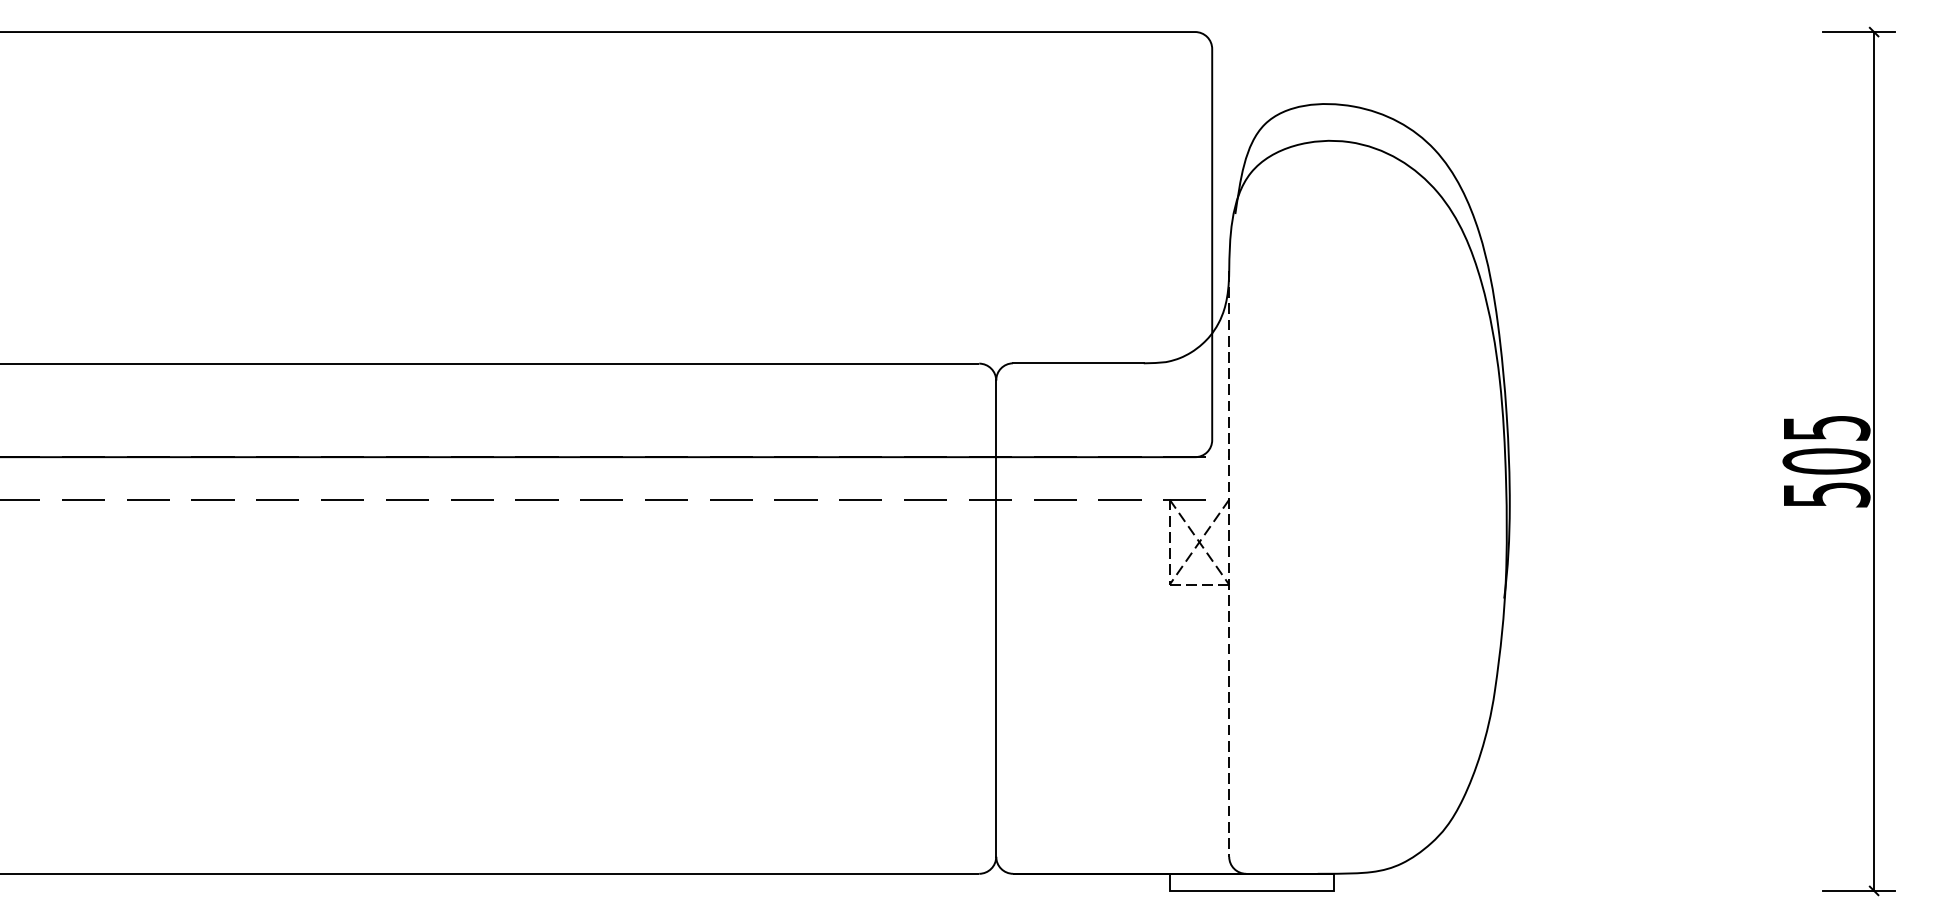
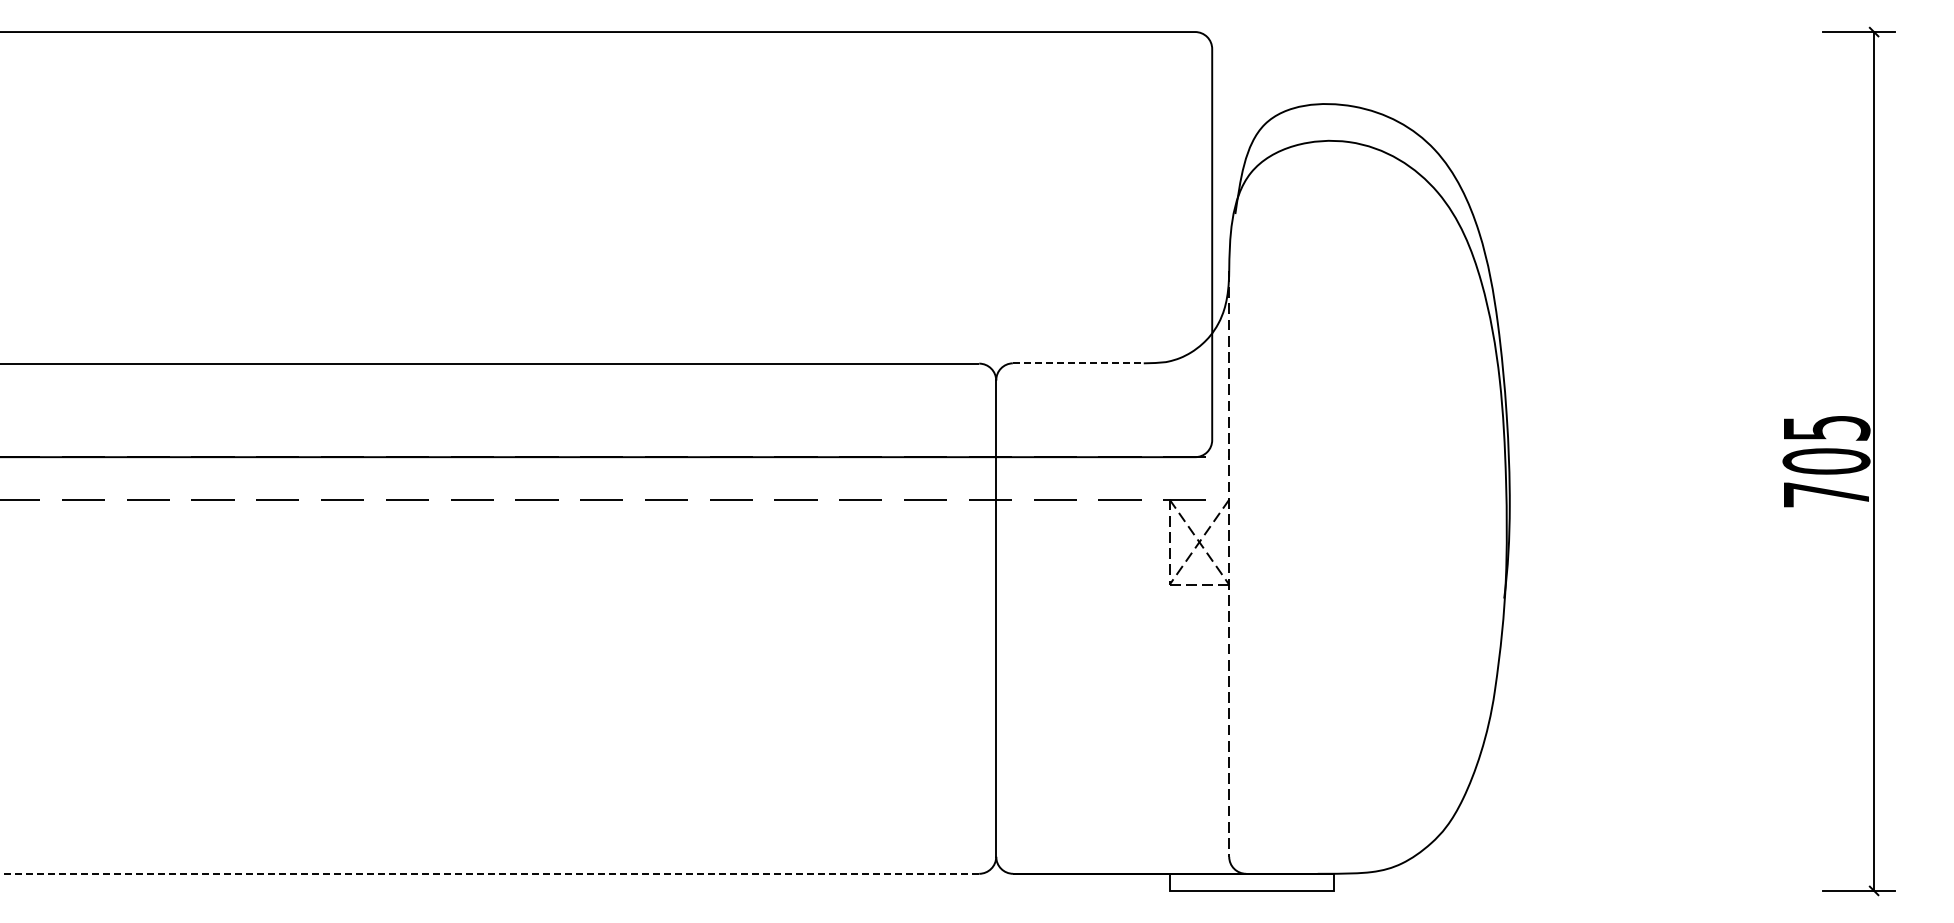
line at (1078, 363): solid -> dashed
text at (1827, 494): 505 -> 705
line at (489, 873): solid -> dashed
